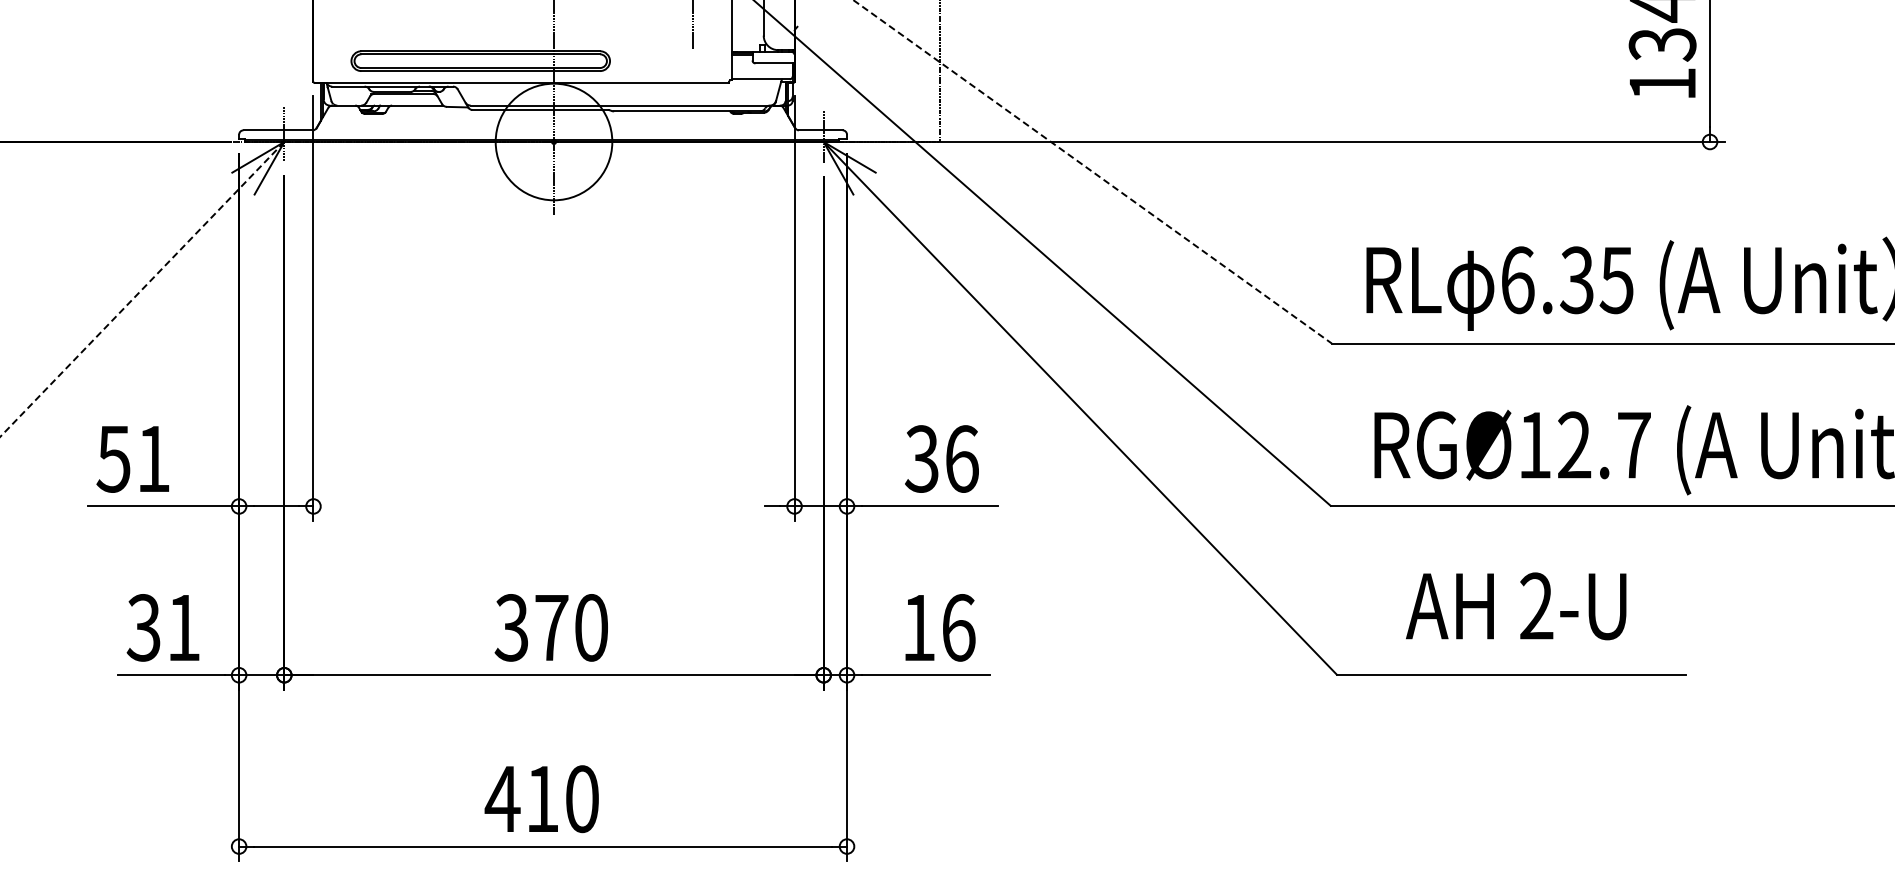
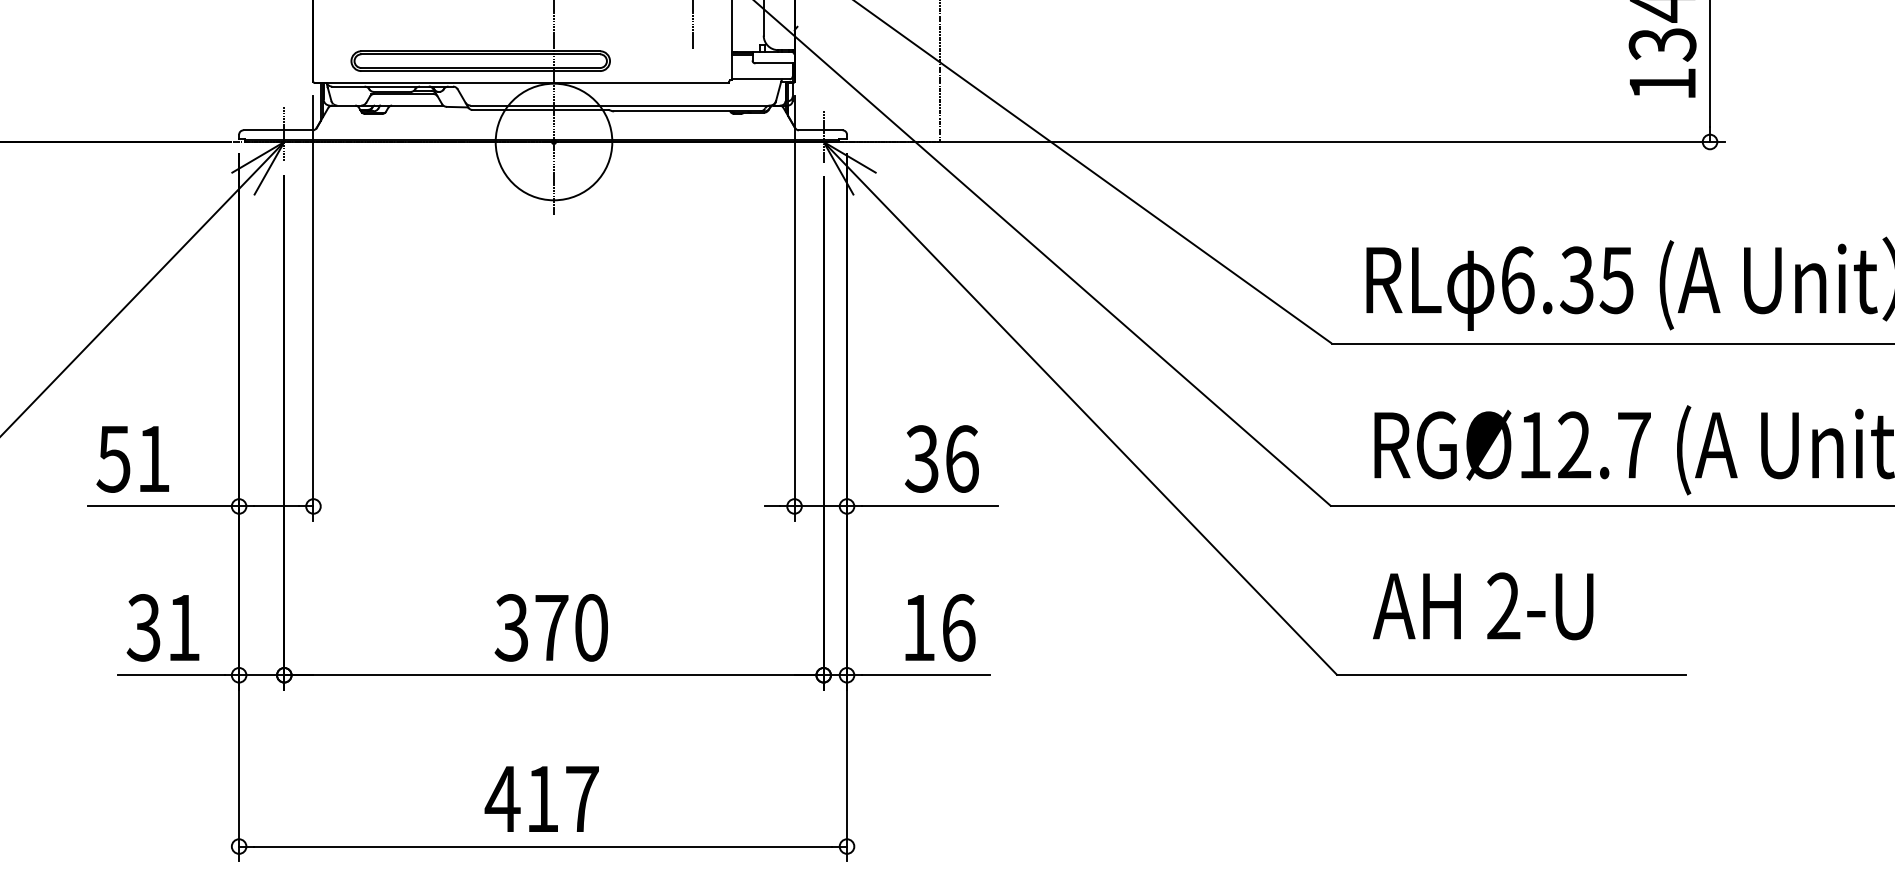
line at (1093, 172): dashed -> solid
line at (142, 289): dashed -> solid
text at (1516, 606) position: (1516, 606) -> (1483, 606)
text at (582, 799): 410 -> 417
